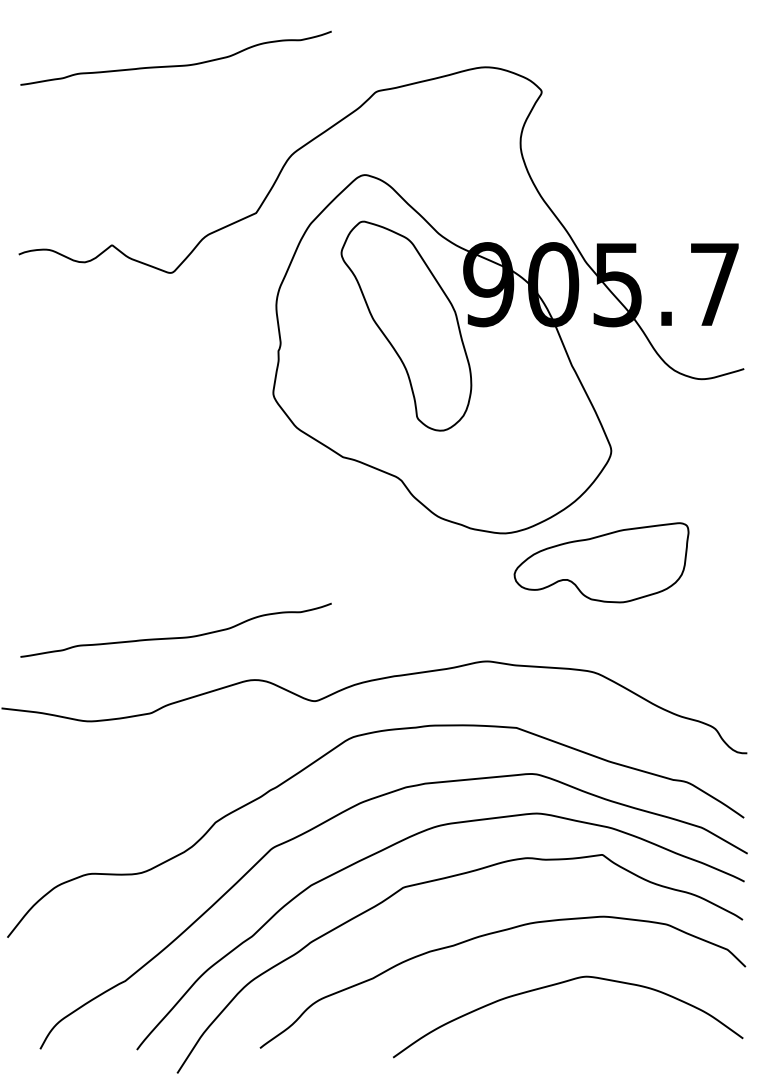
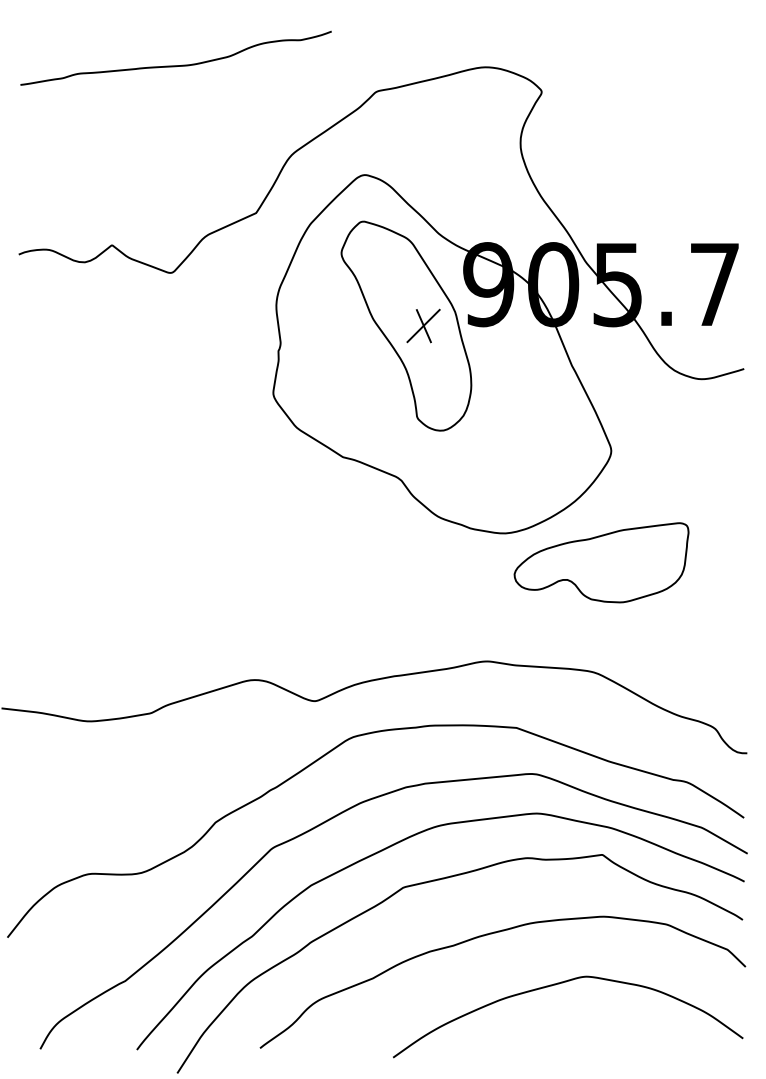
part at (423, 325): none -> present
curve at (175, 637): present -> none
